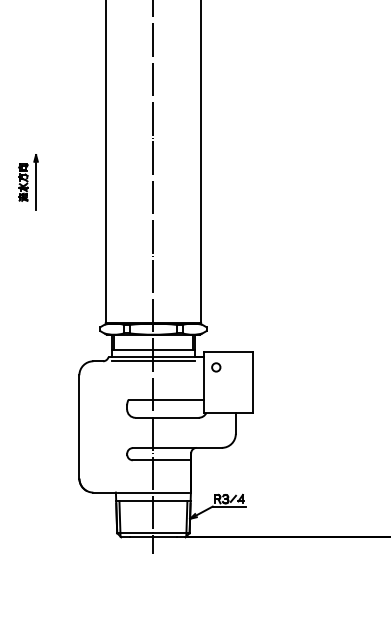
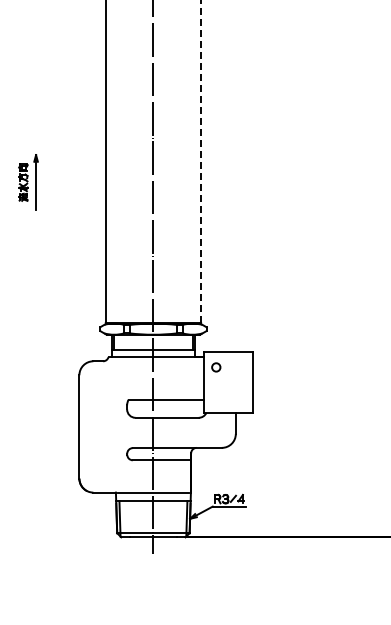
line at (200, 160): solid -> dashed
line at (153, 361): present -> none
